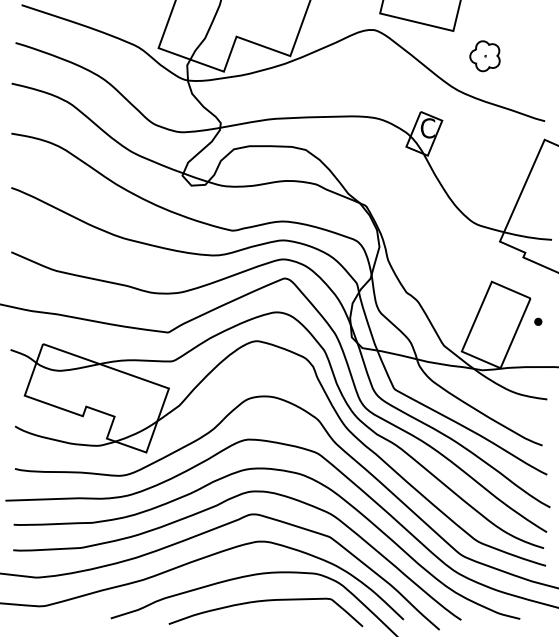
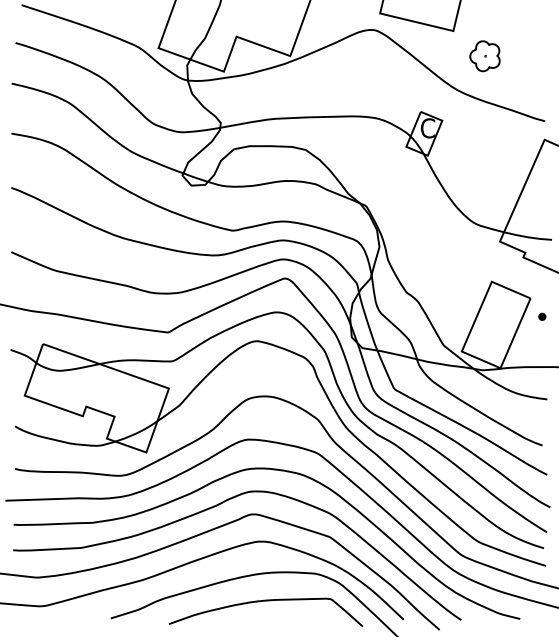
part at (538, 321) position: (538, 321) -> (542, 316)
